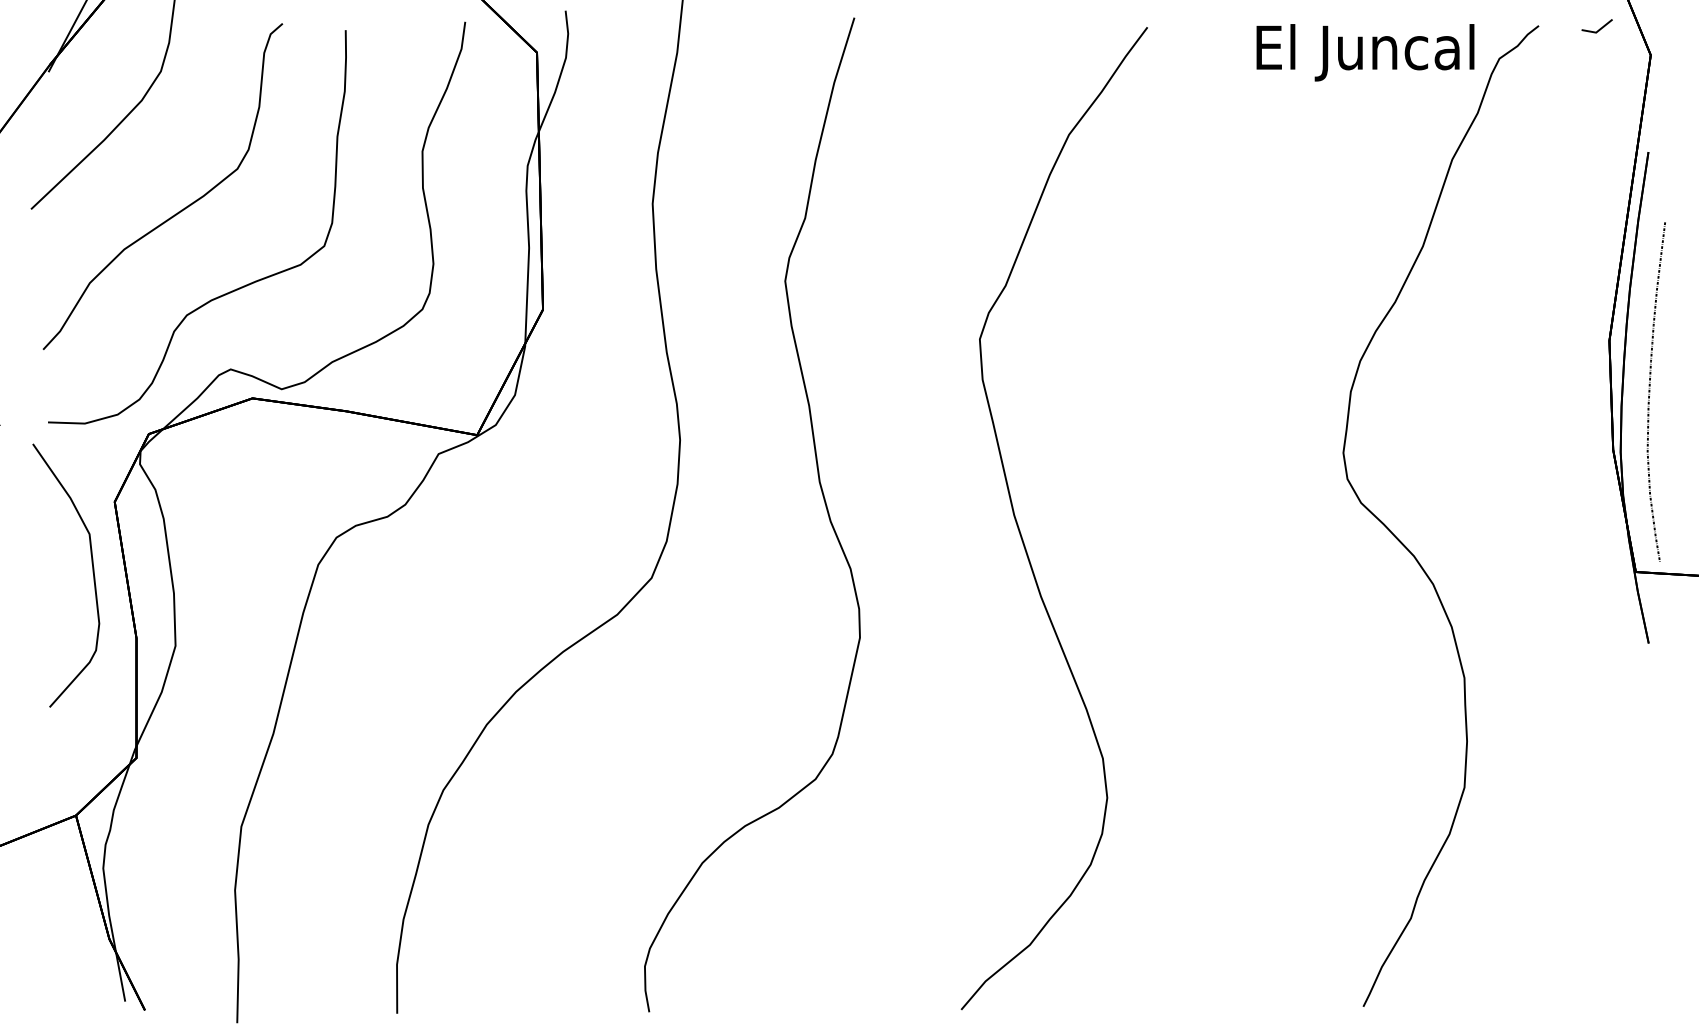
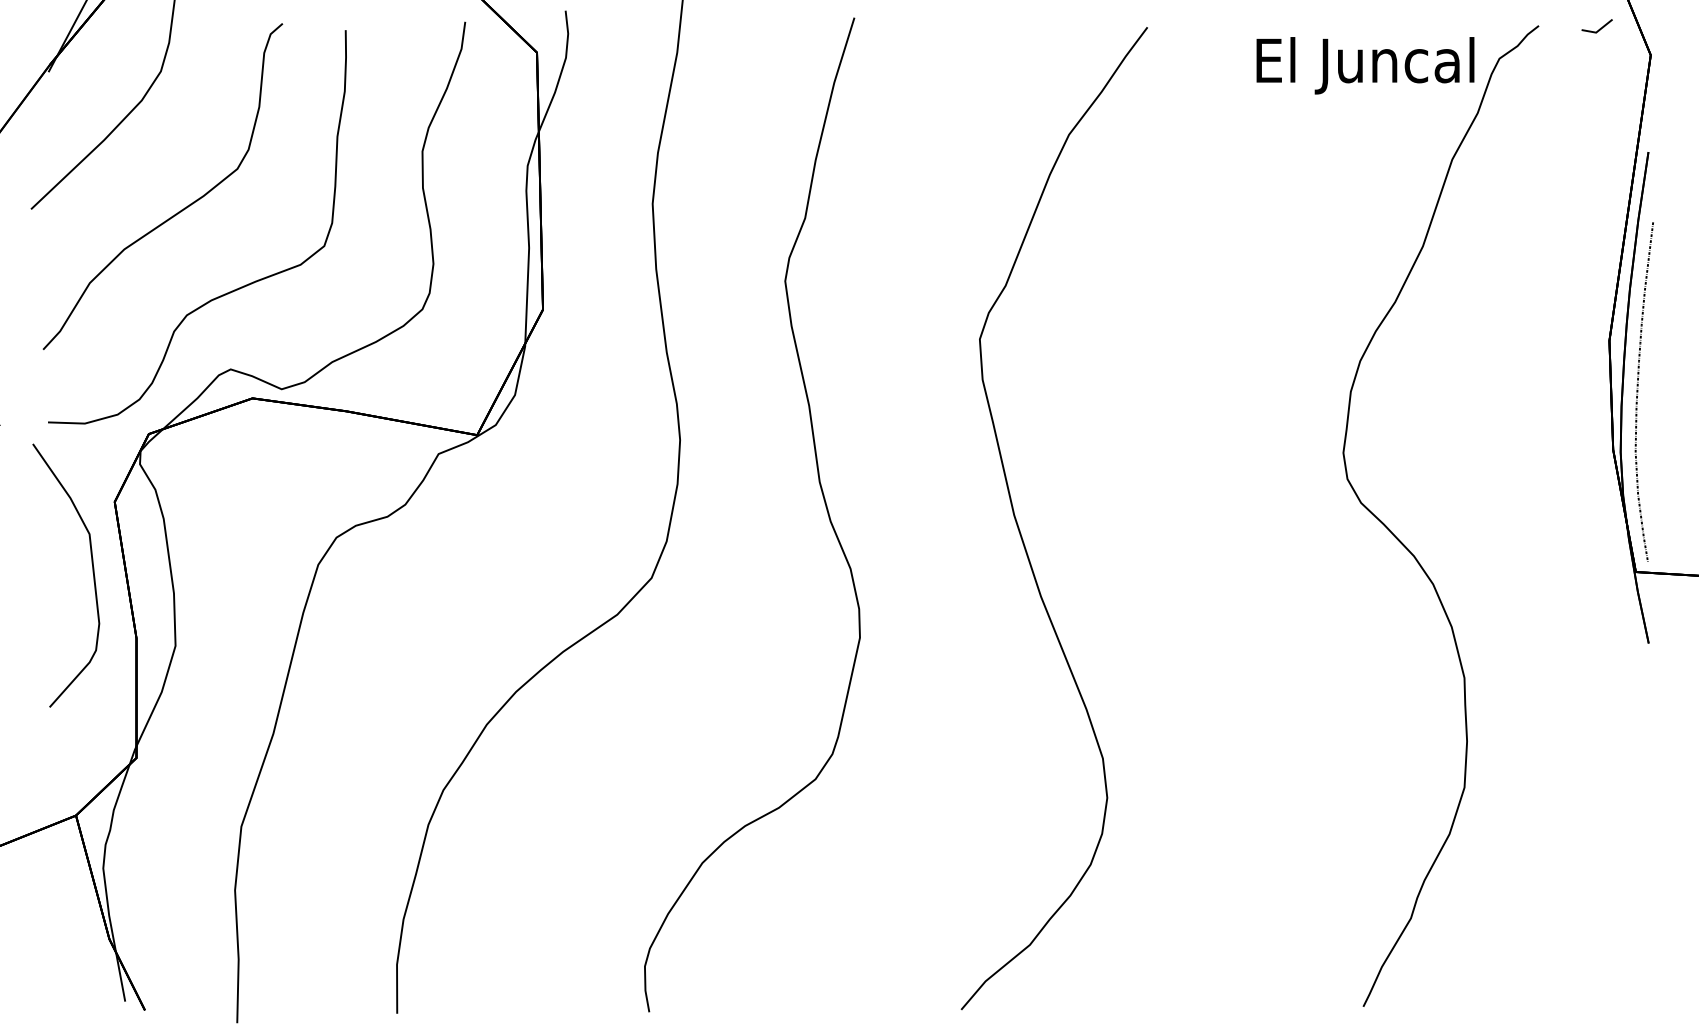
text at (1365, 52) position: (1365, 52) -> (1365, 65)
curve at (1650, 391) position: (1650, 391) -> (1638, 391)
